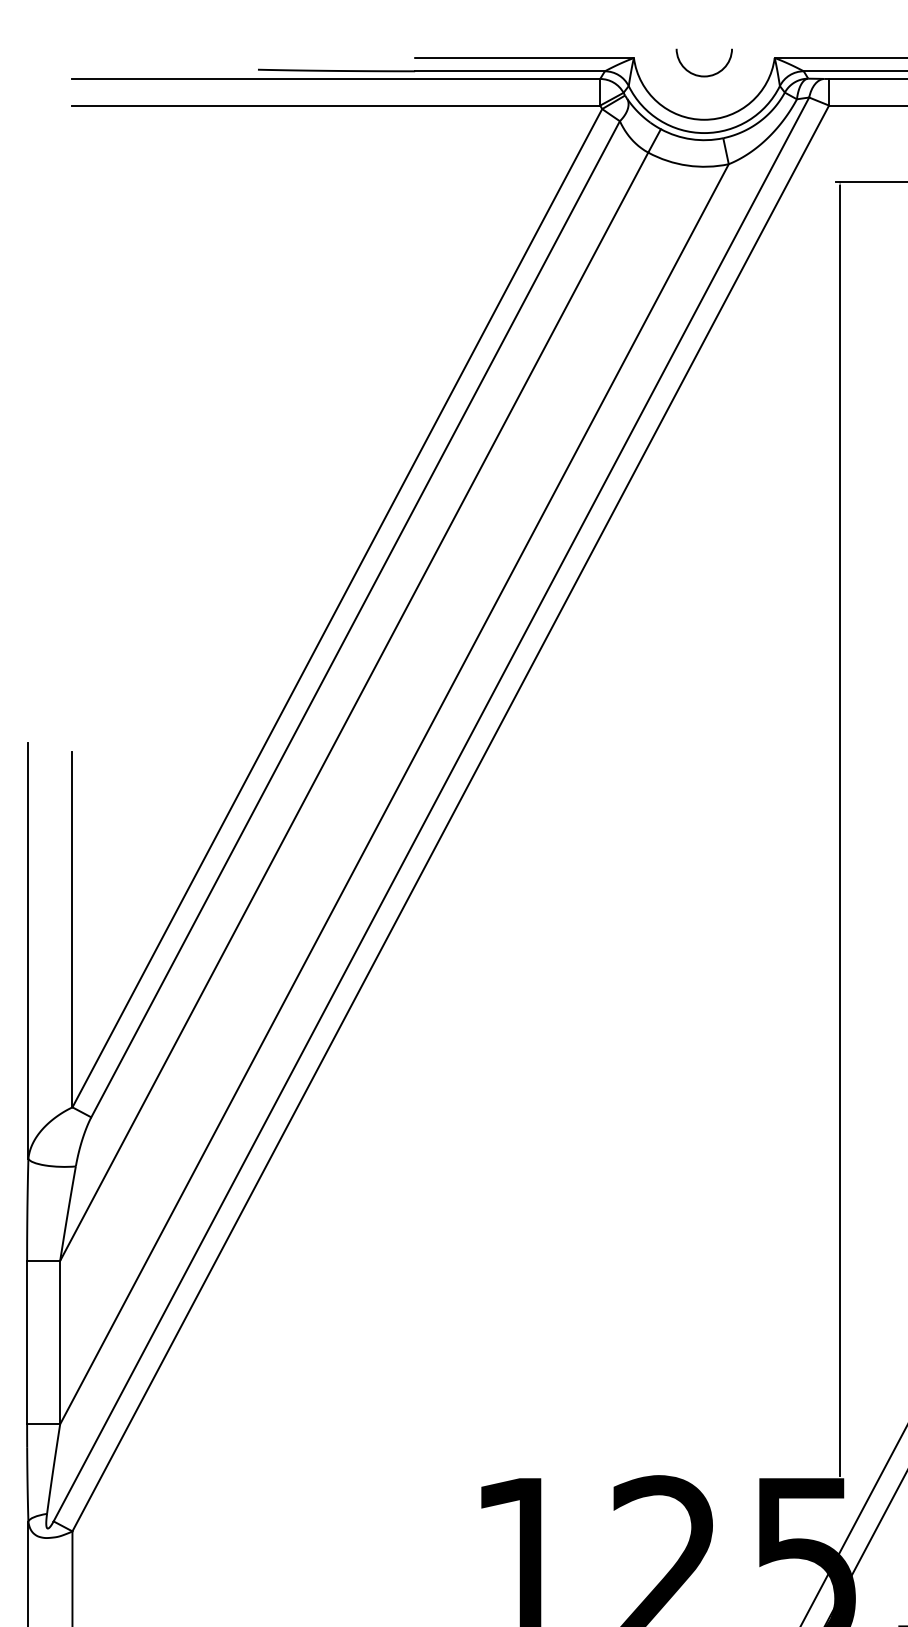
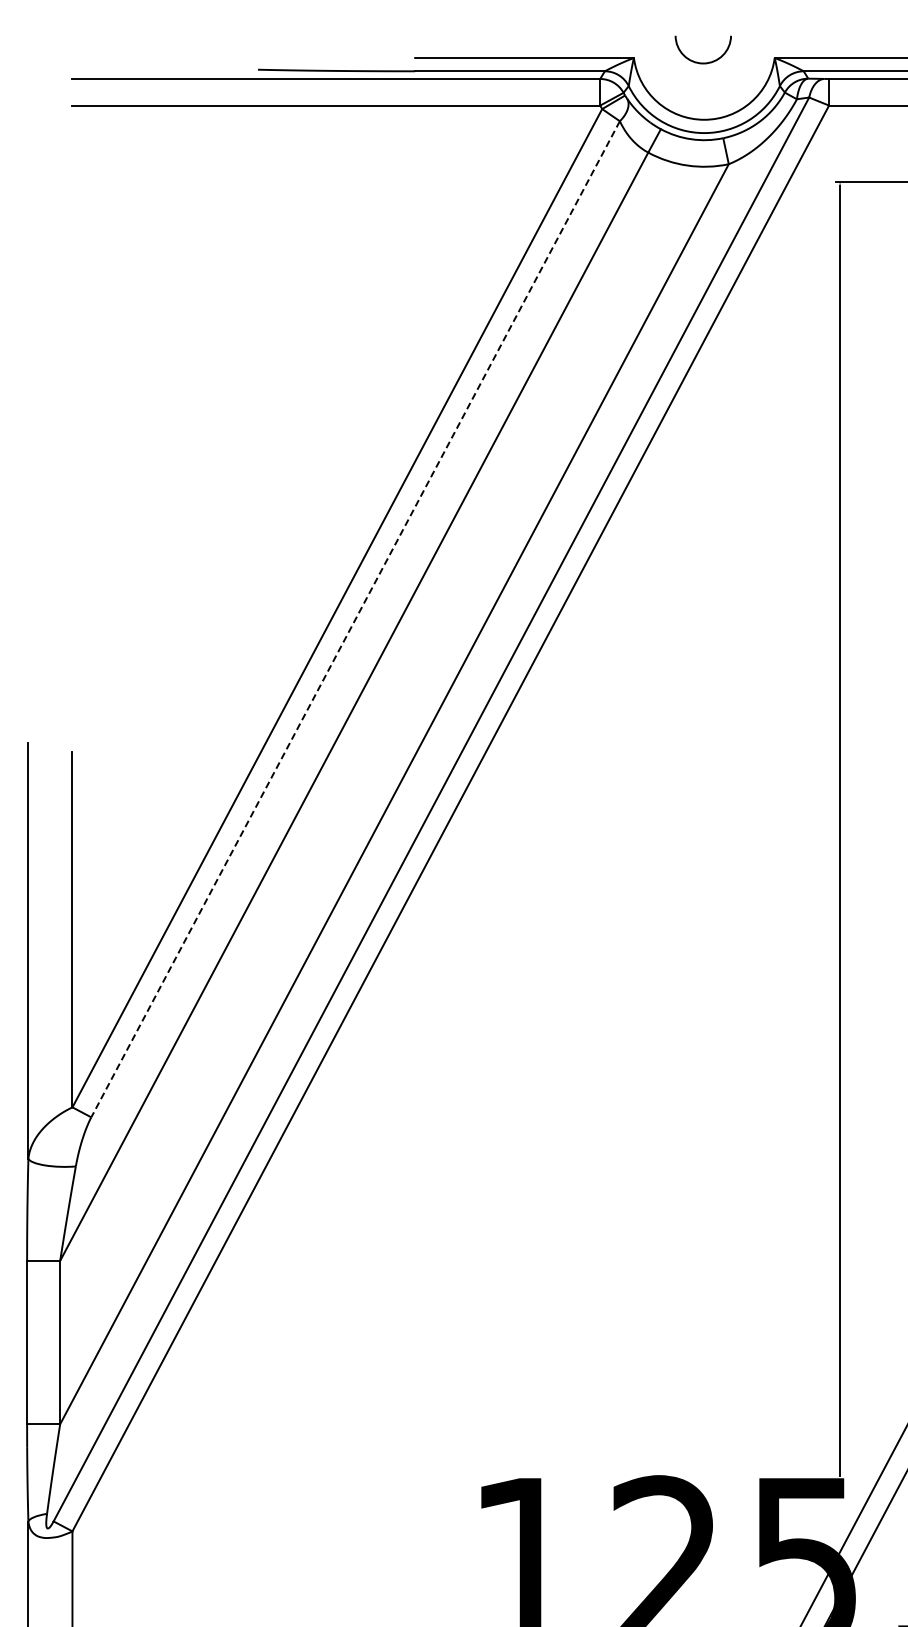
arc at (698, 74) position: (698, 74) -> (697, 61)
line at (355, 619): solid -> dashed
